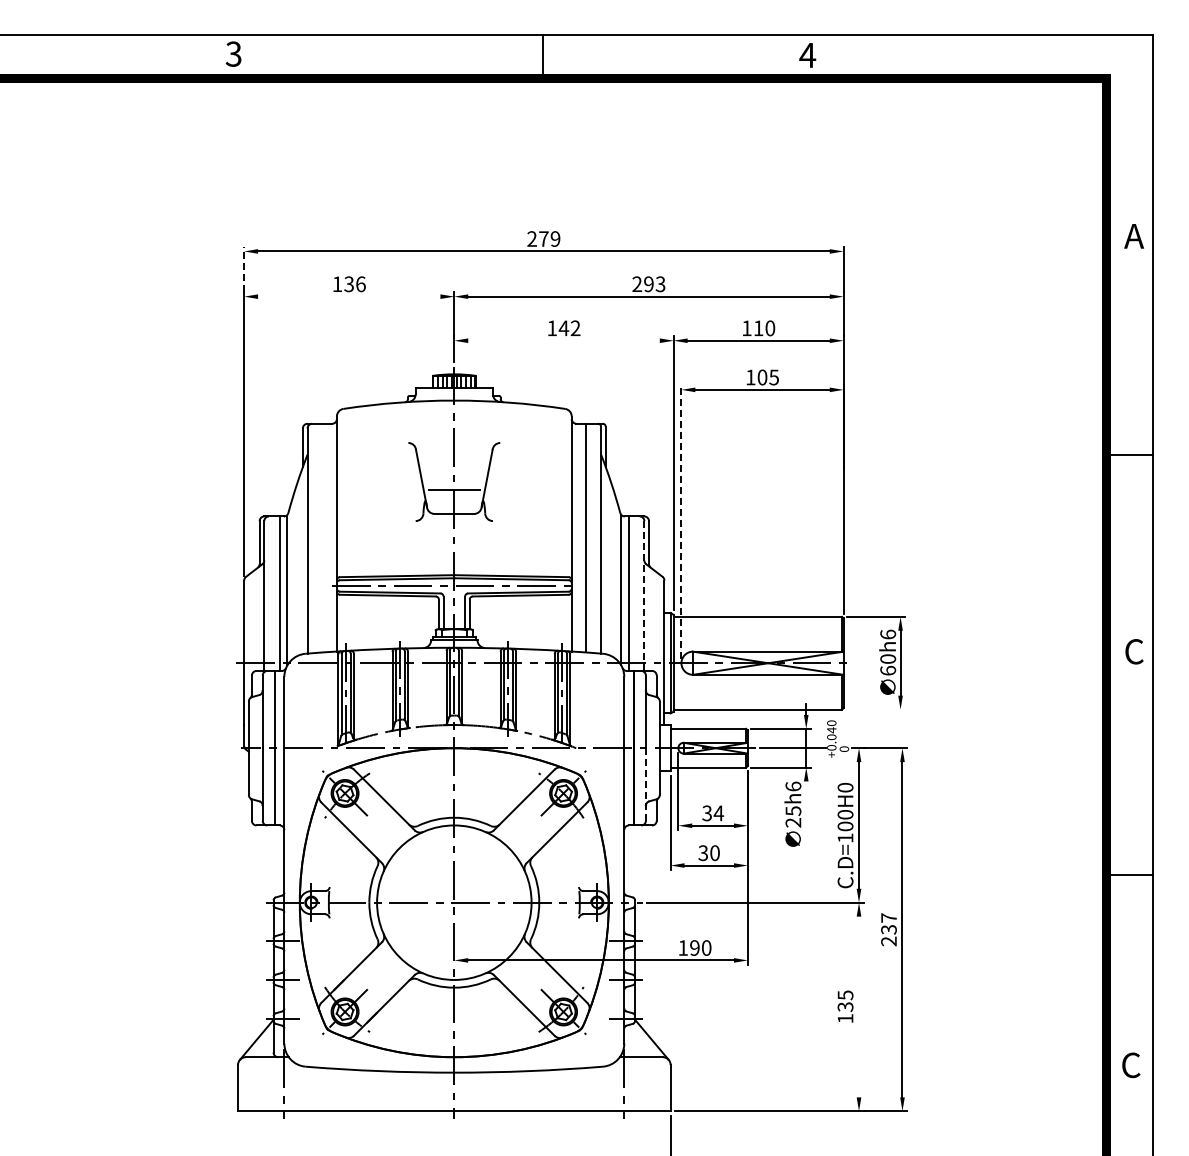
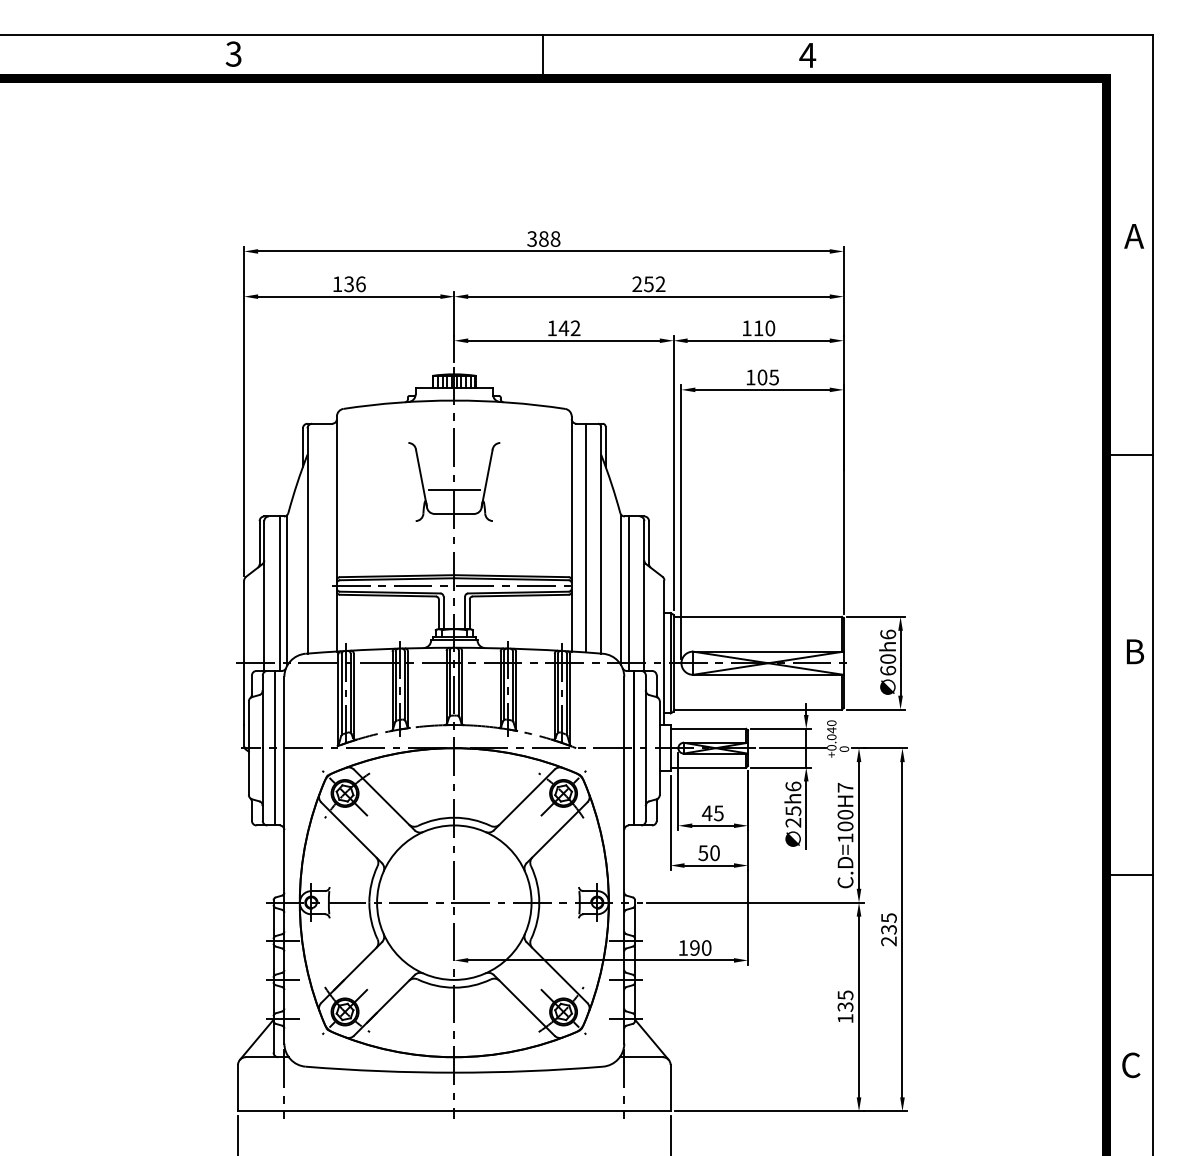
text at (543, 238): 279 -> 388
line at (244, 269): dashed -> solid
text at (654, 284): 293 -> 252
line at (349, 296): none -> present
line at (563, 340): none -> present
line at (681, 521): dashed -> solid
line at (644, 592): dashed -> solid
text at (1134, 651): C -> B
line at (875, 709): none -> present
line at (645, 785): dashed -> solid
text at (845, 787): C.D=100H0 -> C.D=100H7
text at (712, 813): 34 -> 45
line at (806, 815): none -> present
text at (703, 852): 30 -> 50
text at (888, 917): 237 -> 235
line at (859, 1006): none -> present
line at (238, 1133): none -> present
